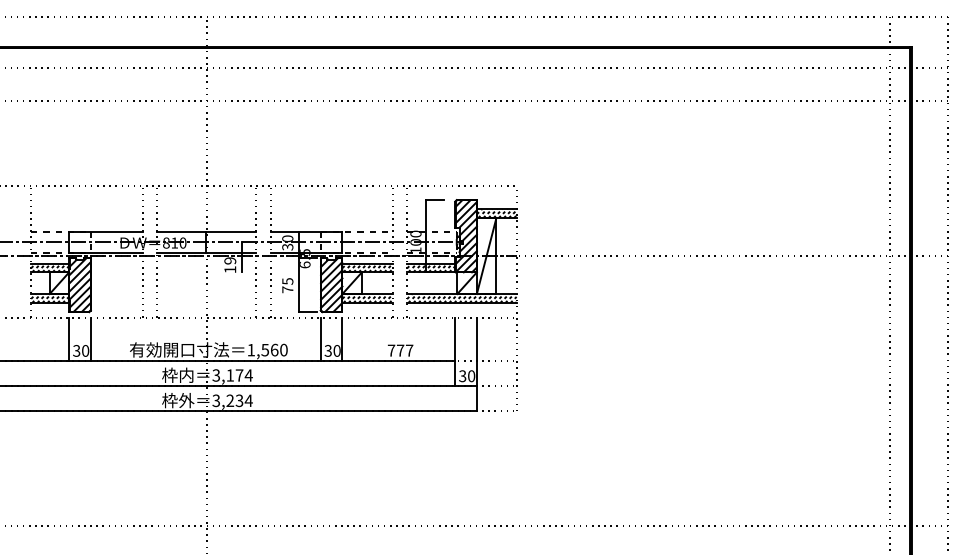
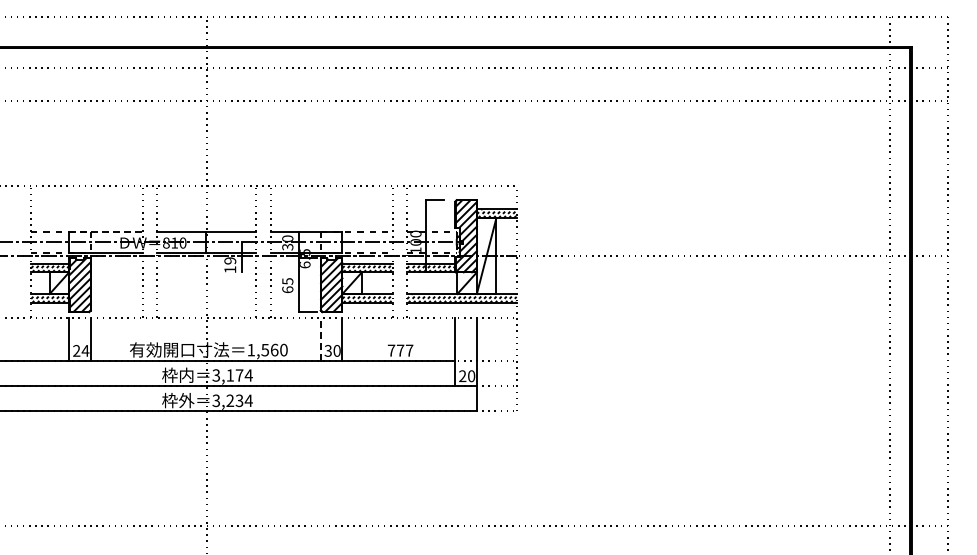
line at (105, 231): solid -> dashed
text at (287, 289): 75 -> 65
line at (320, 339): solid -> dashed
text at (81, 350): 30 -> 24
text at (462, 376): 30 -> 20
